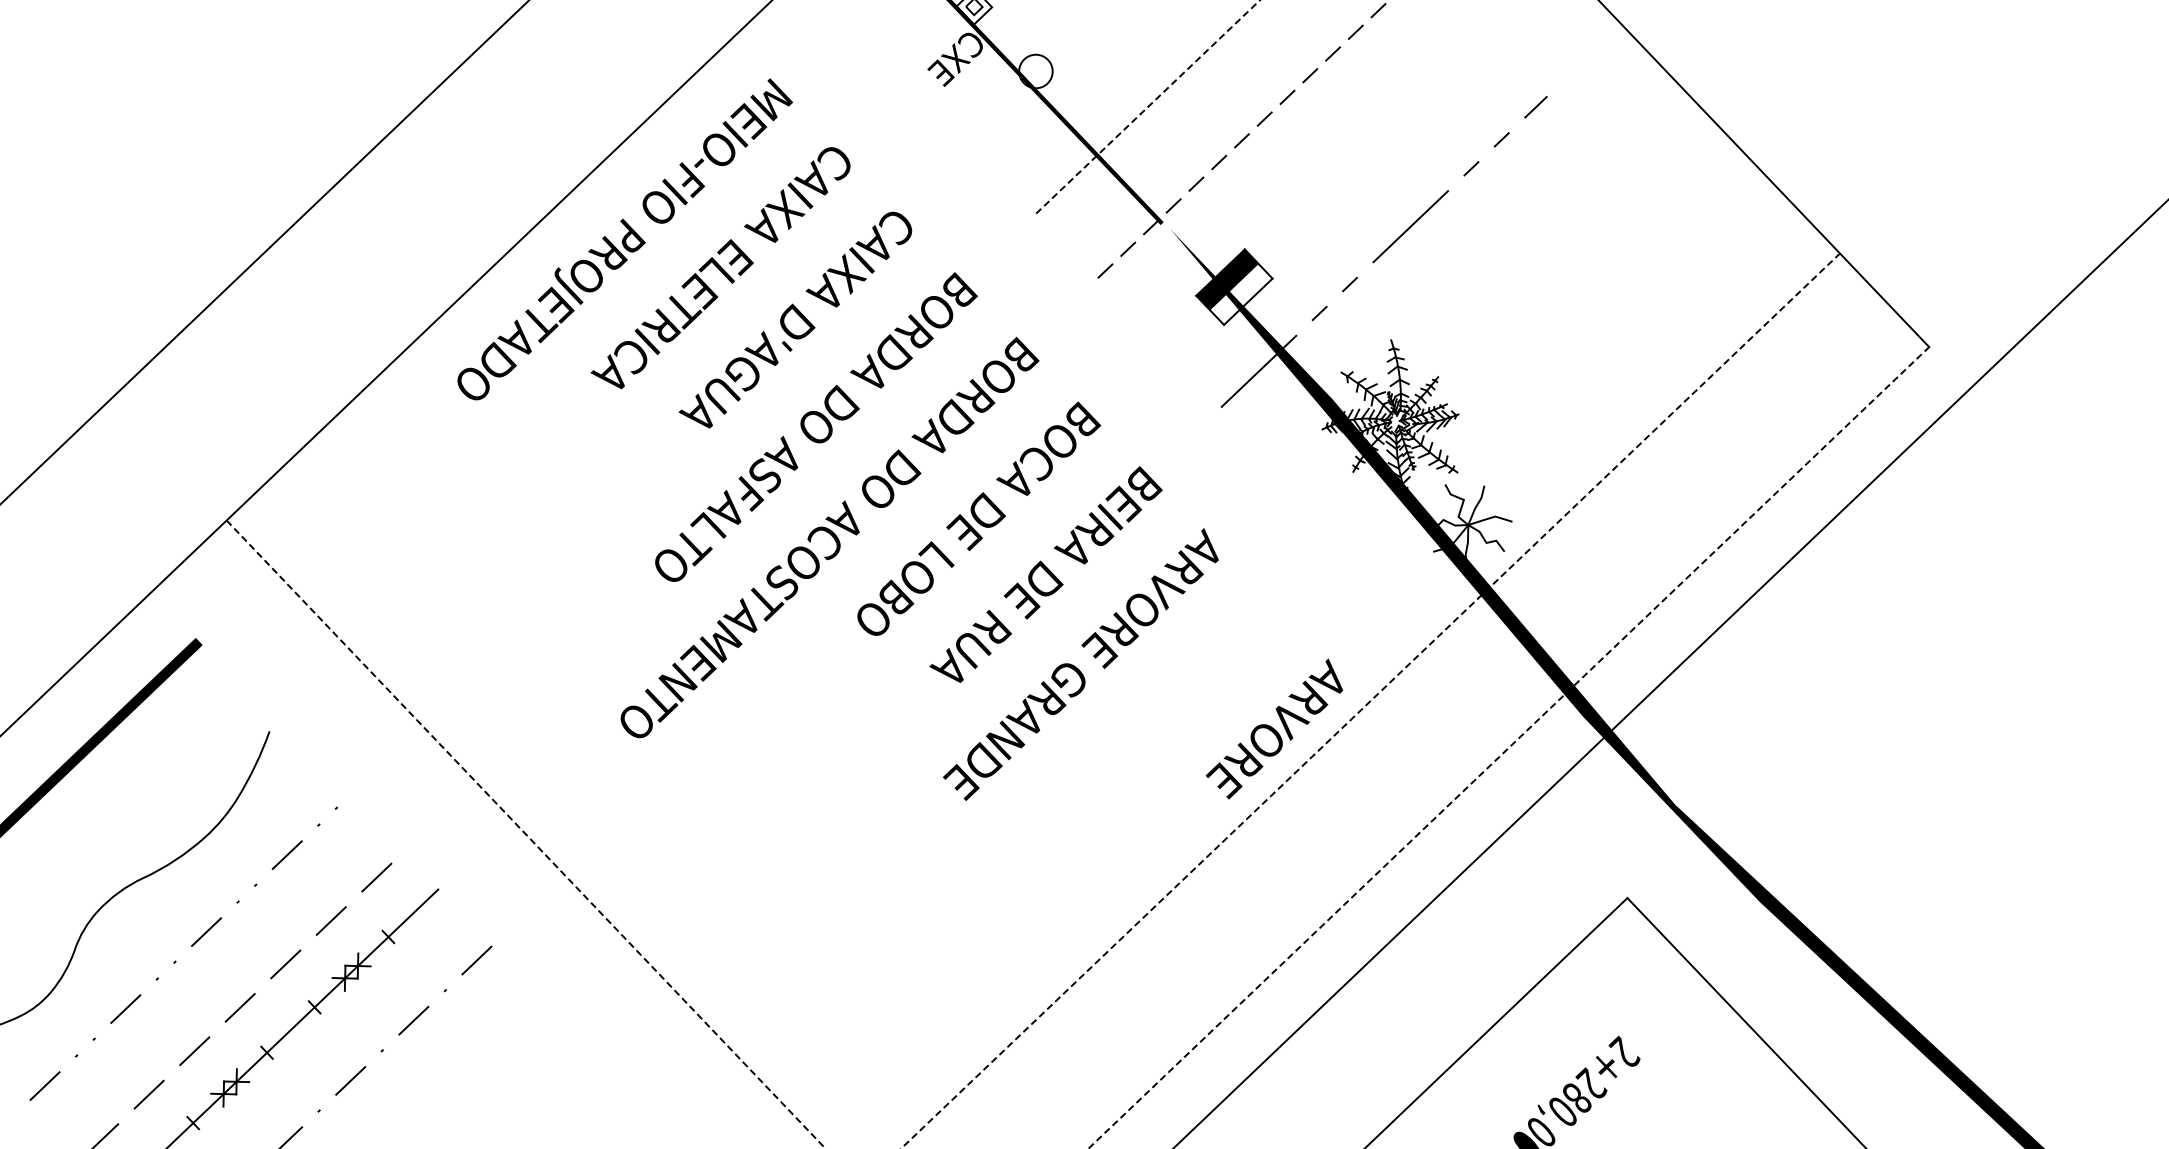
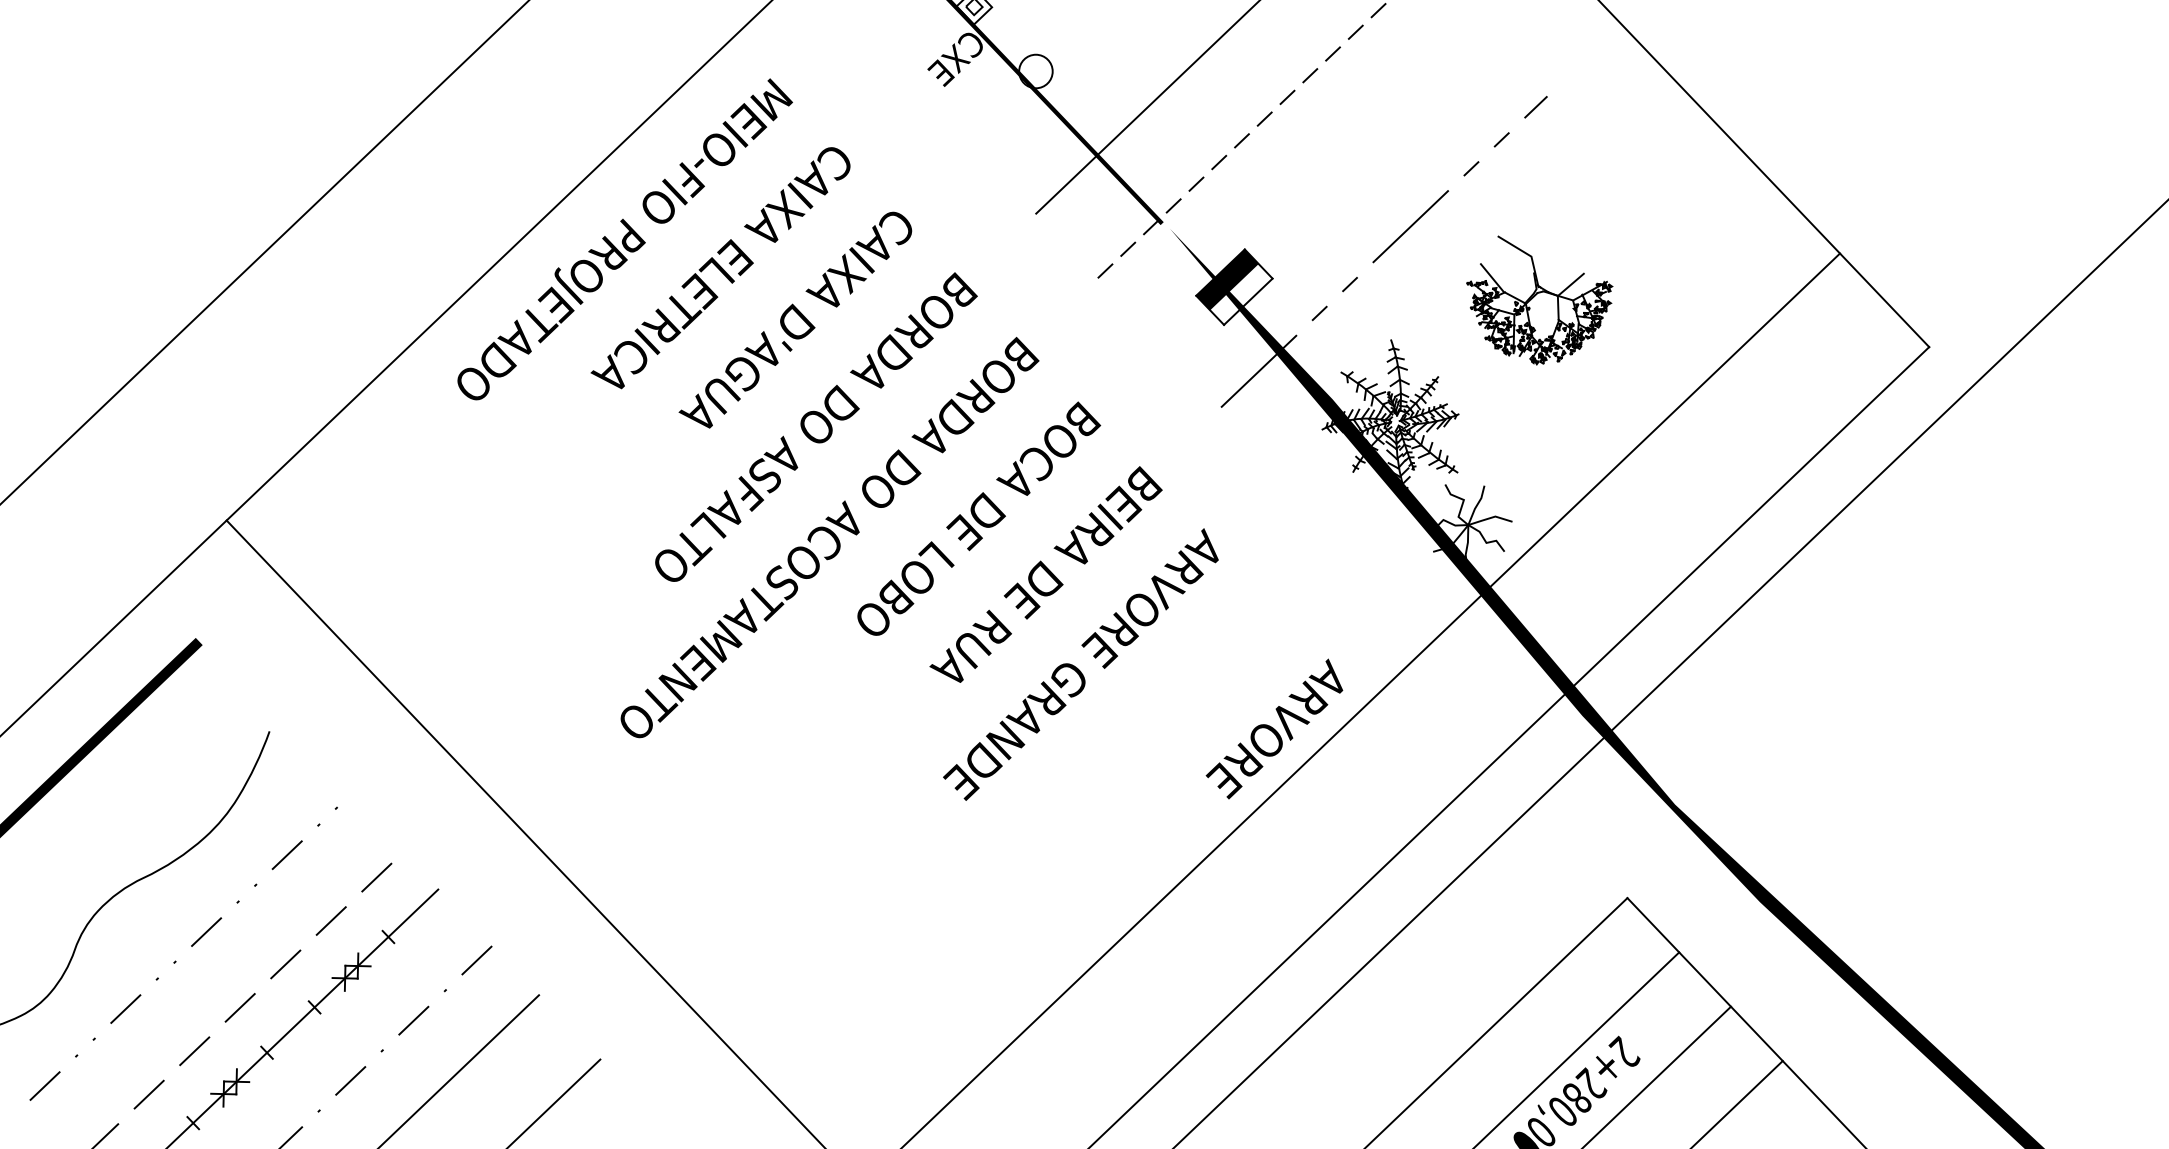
line at (1148, 106): dashed -> solid
part at (1539, 300): none -> present
line at (1371, 700): dashed -> solid
line at (1508, 747): dashed -> solid
line at (526, 835): dashed -> solid
line at (1577, 1048): none -> present
line at (459, 1070): none -> present
line at (1658, 1075): none -> present
line at (555, 1102): none -> present
line at (1737, 1103): none -> present
